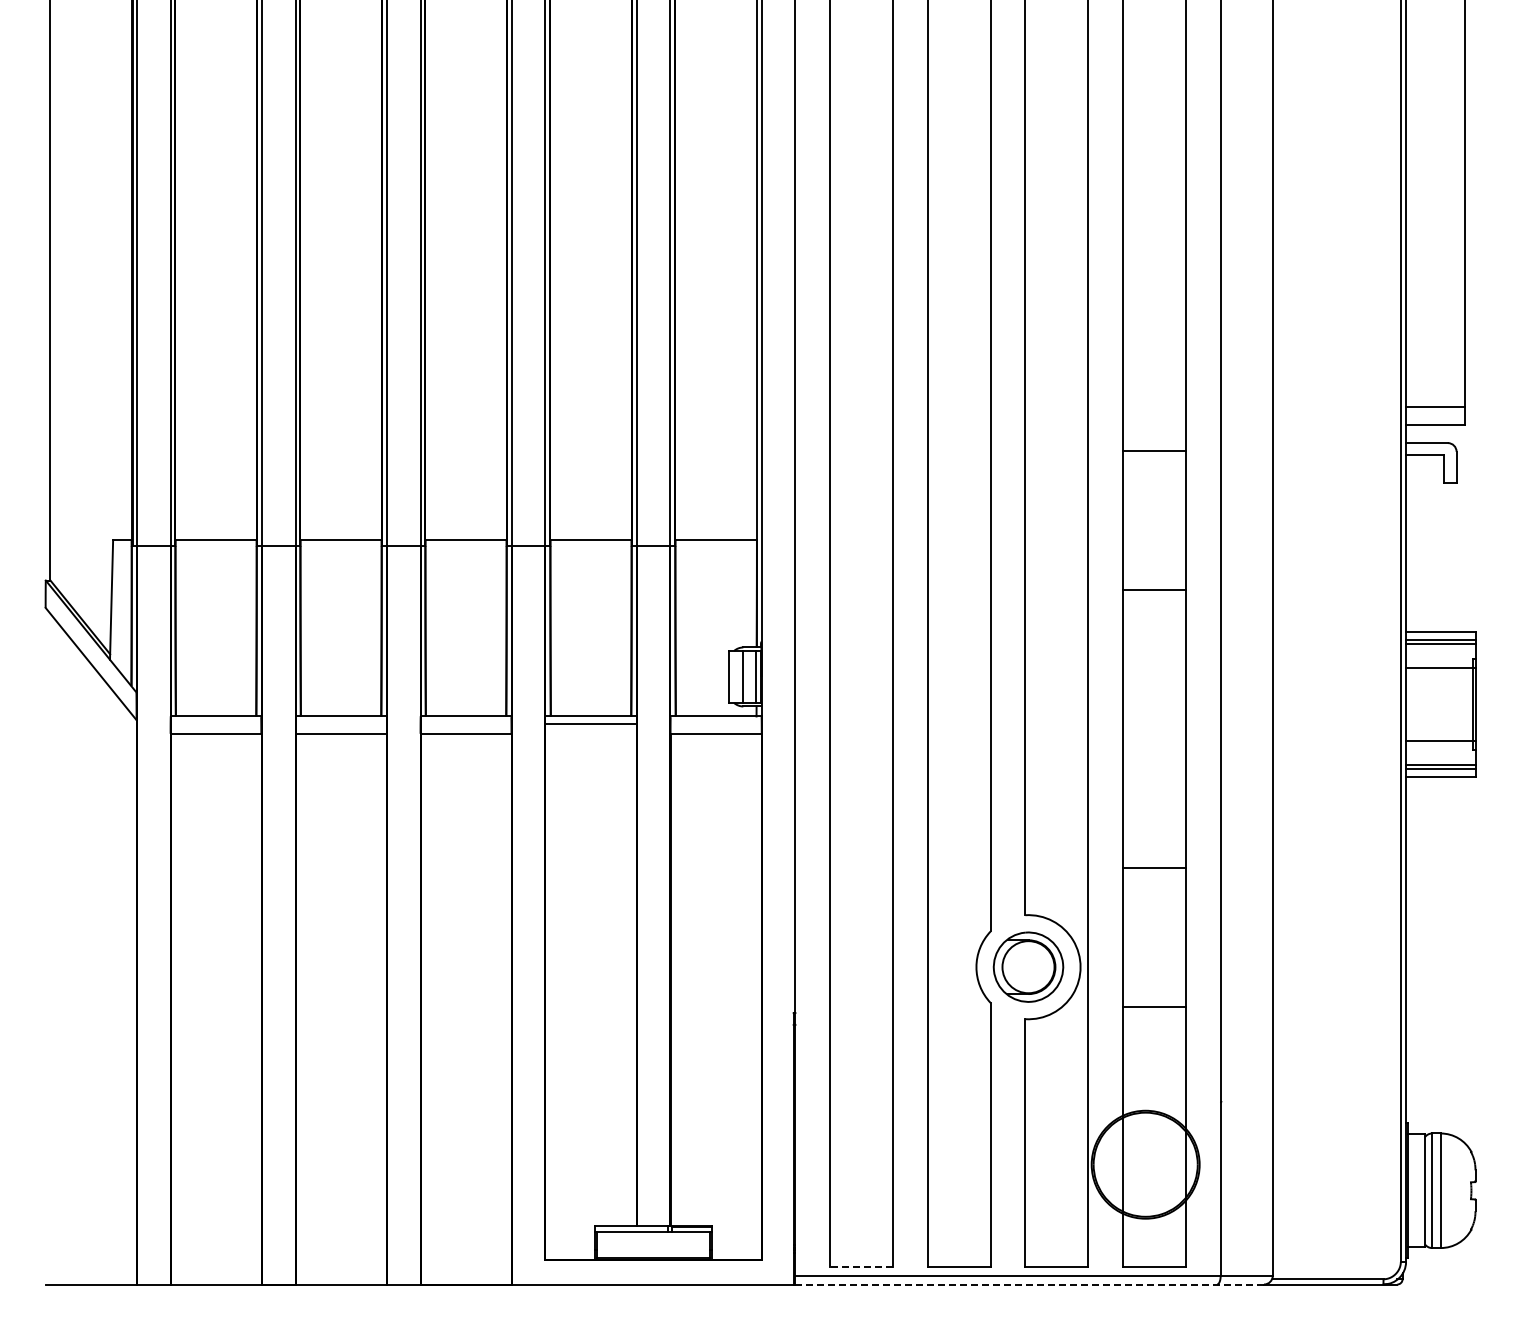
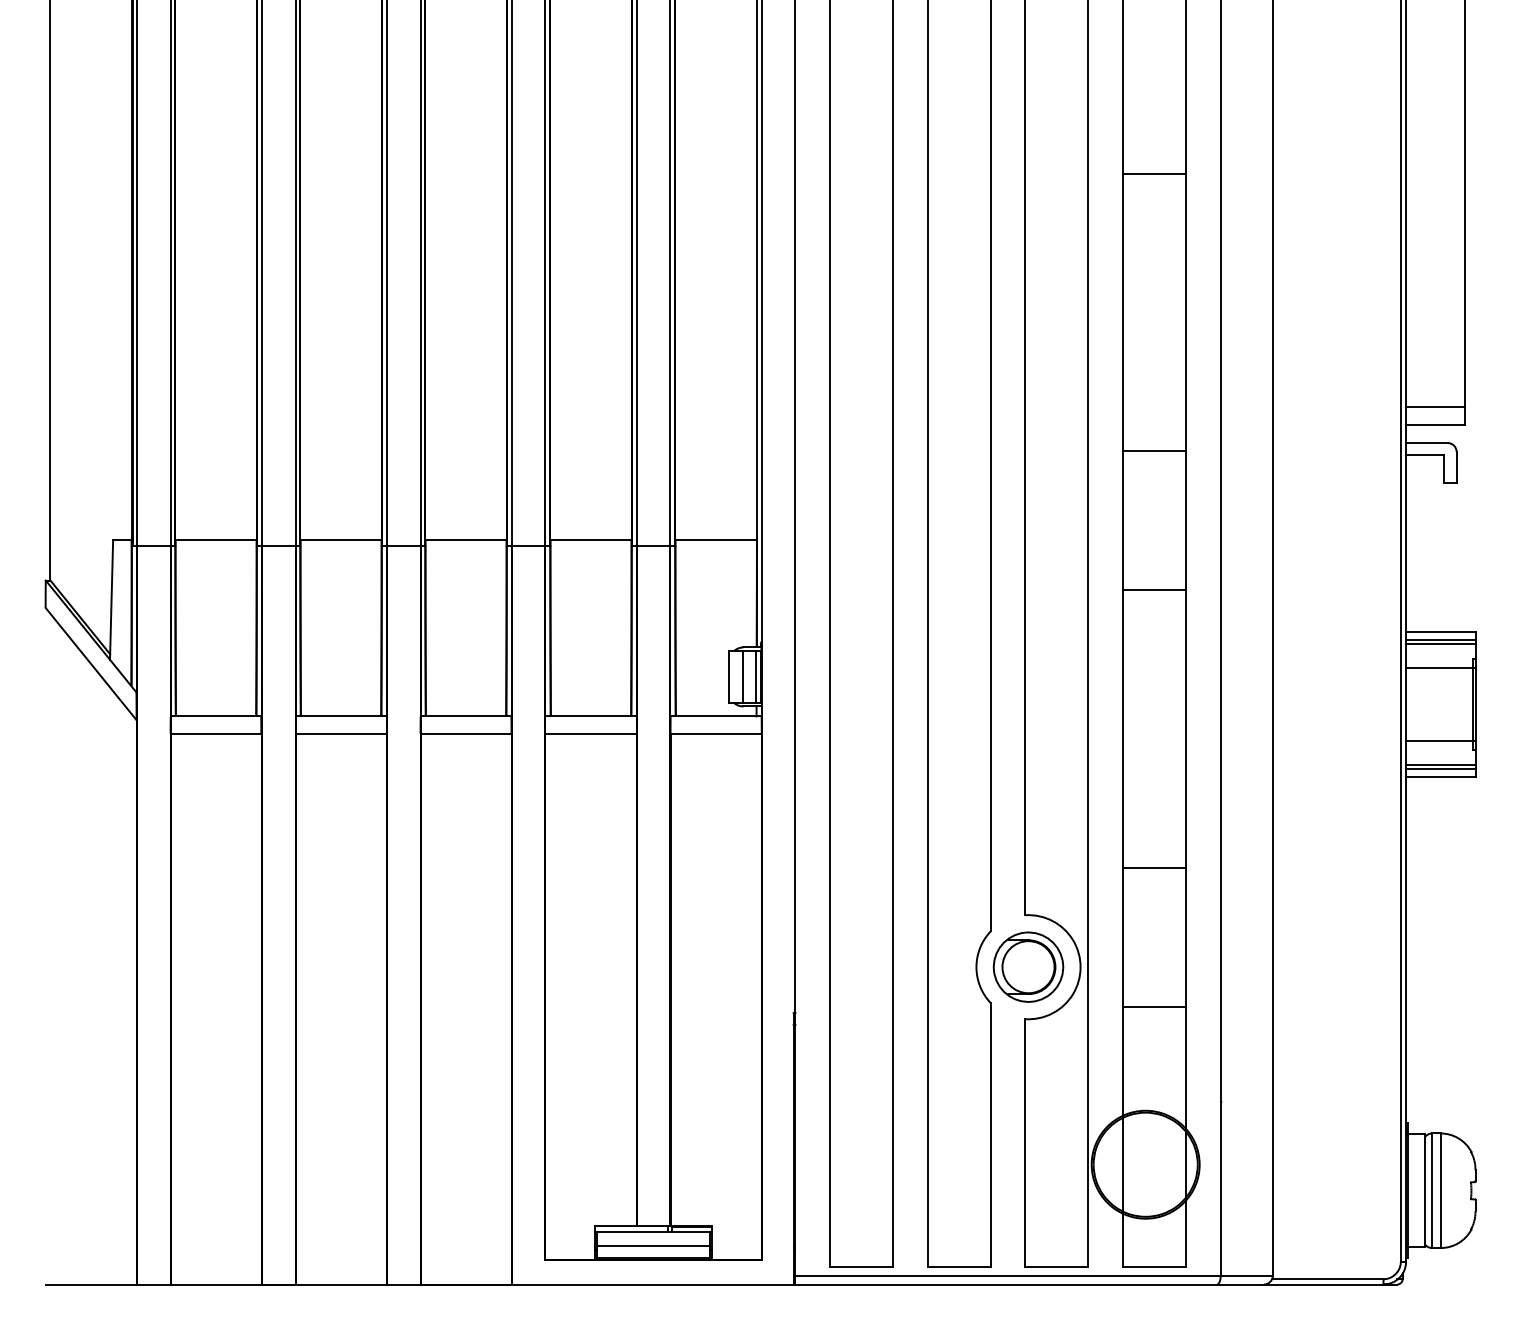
line at (1154, 173): none -> present
line at (590, 723) position: (590, 723) -> (590, 733)
line at (653, 1246): none -> present
line at (861, 1267): dashed -> solid
line at (1029, 1284): dashed -> solid
